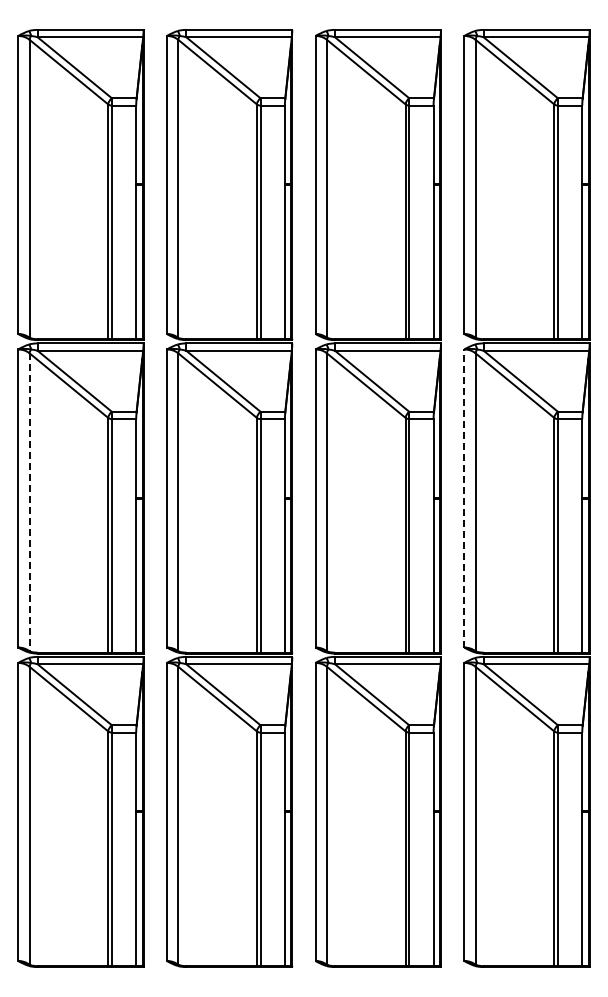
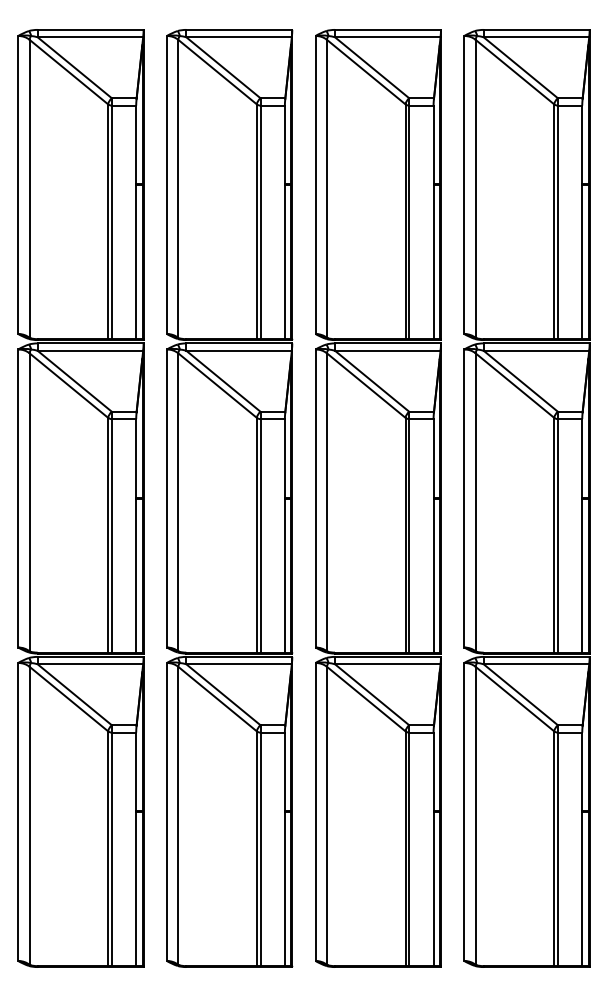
line at (464, 498): dashed -> solid
line at (29, 502): dashed -> solid
